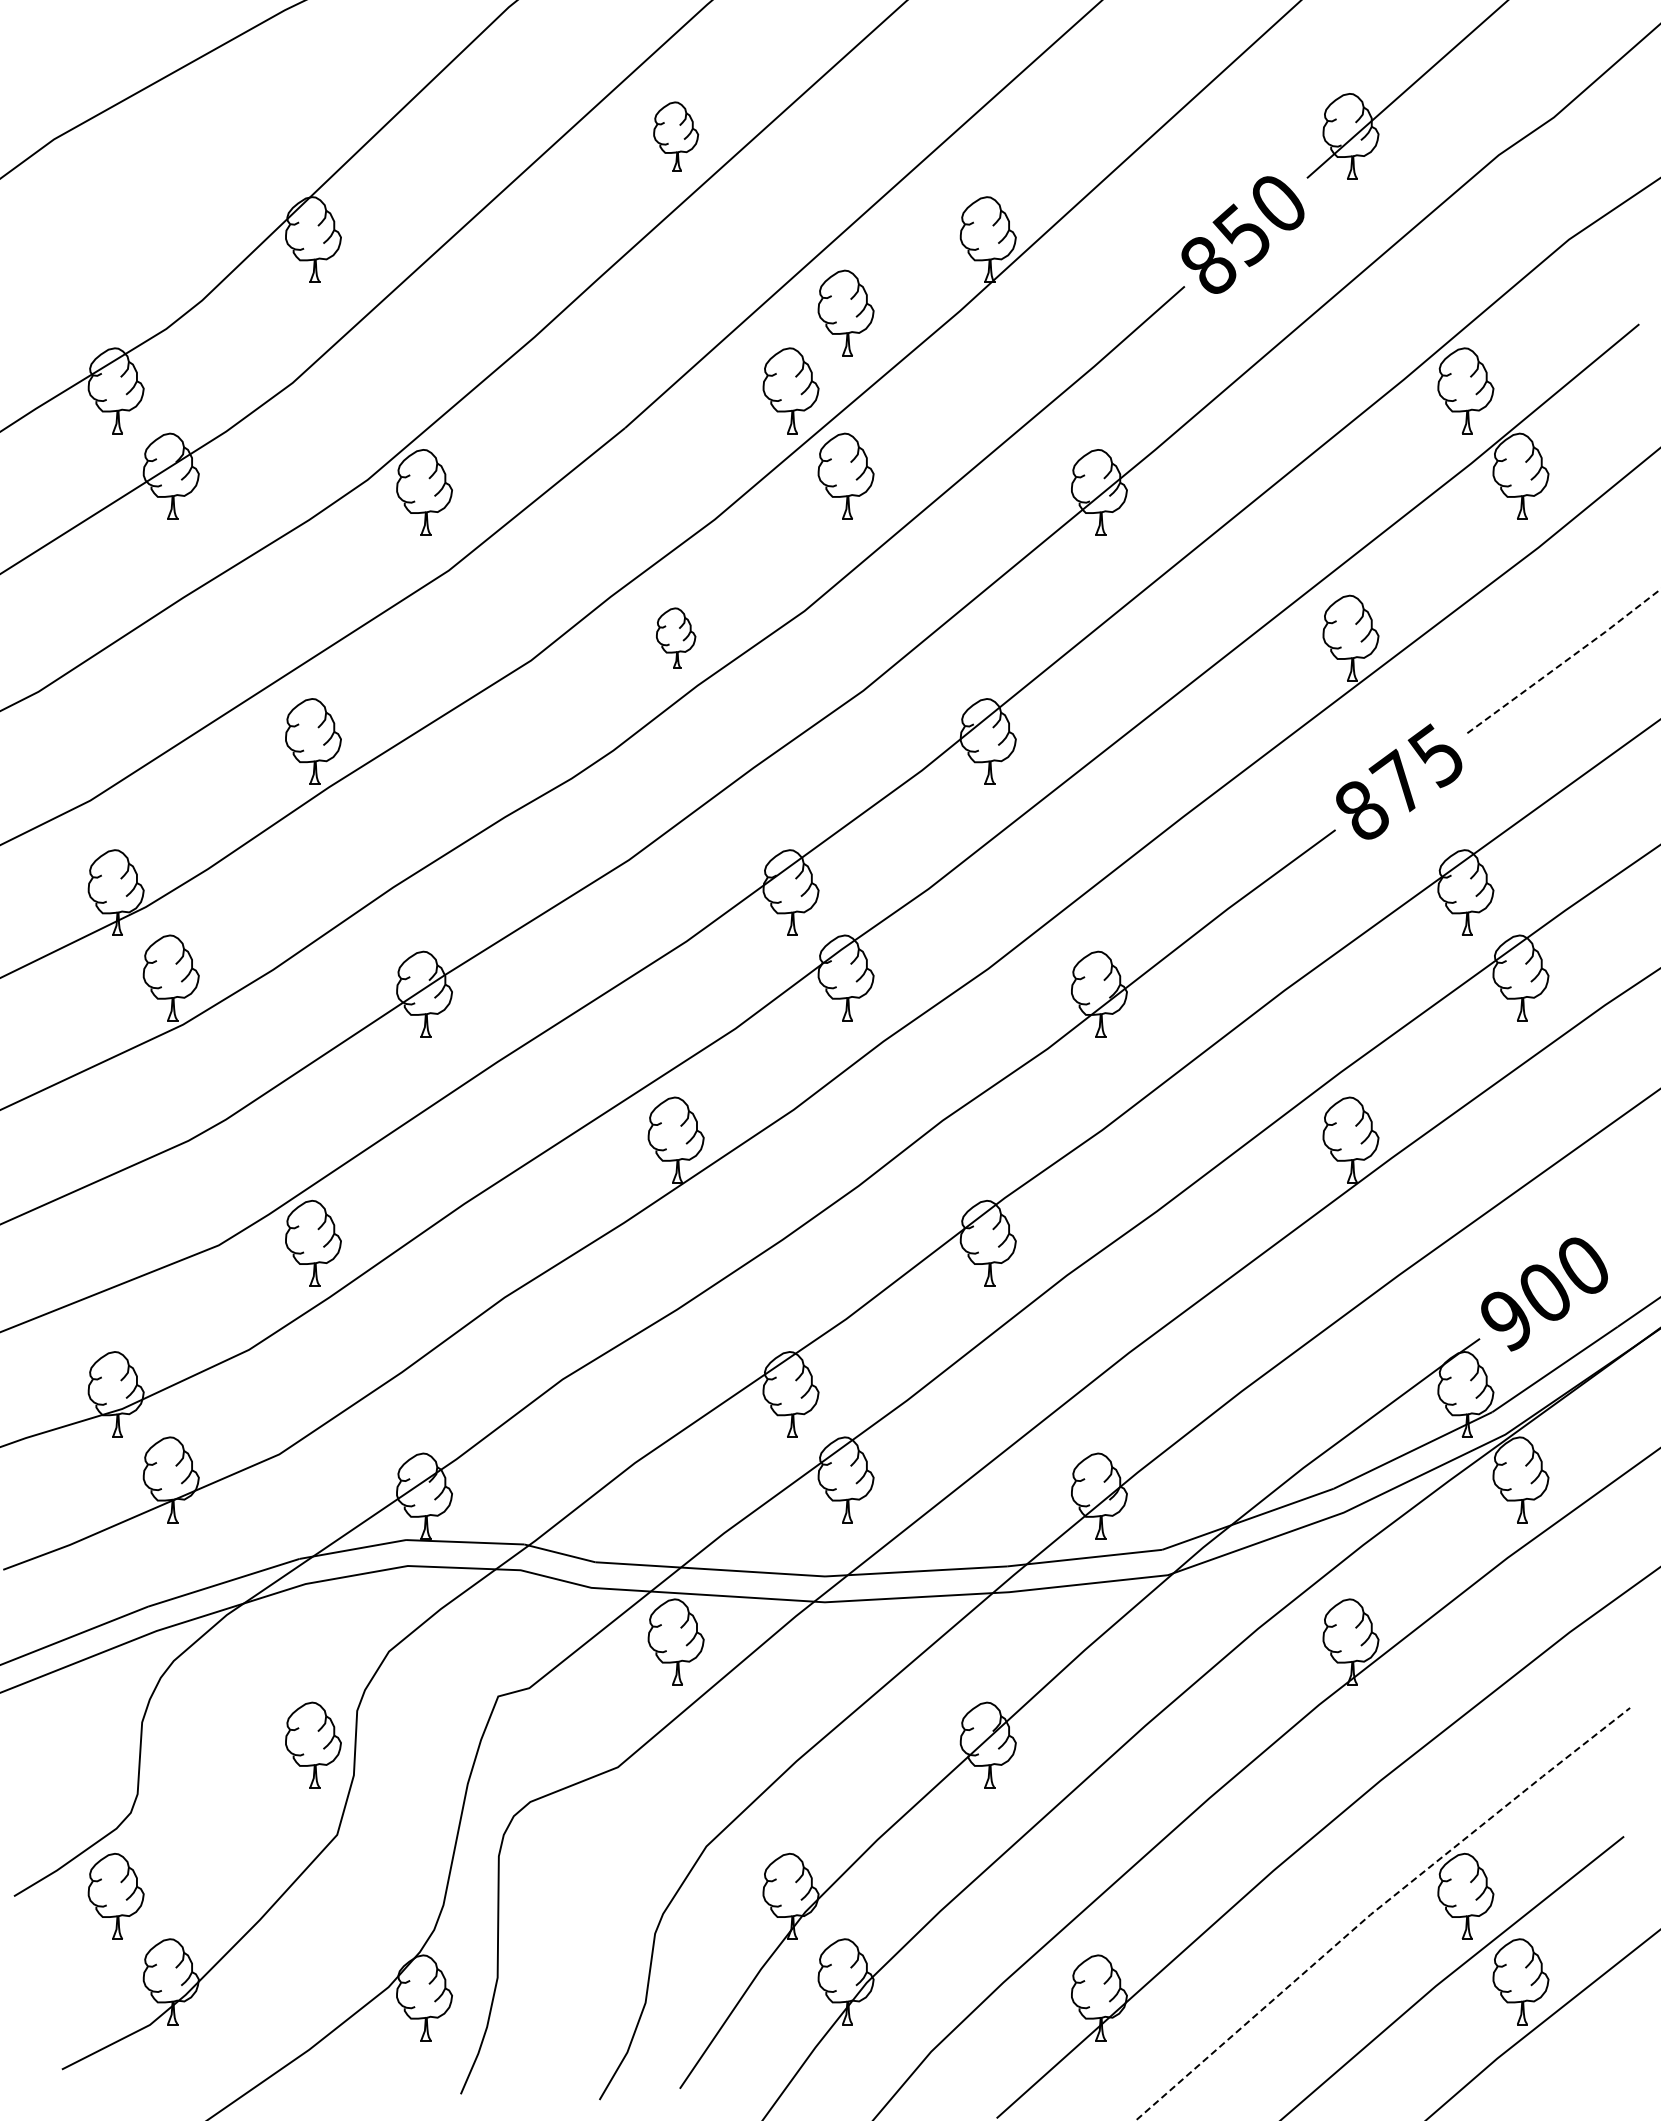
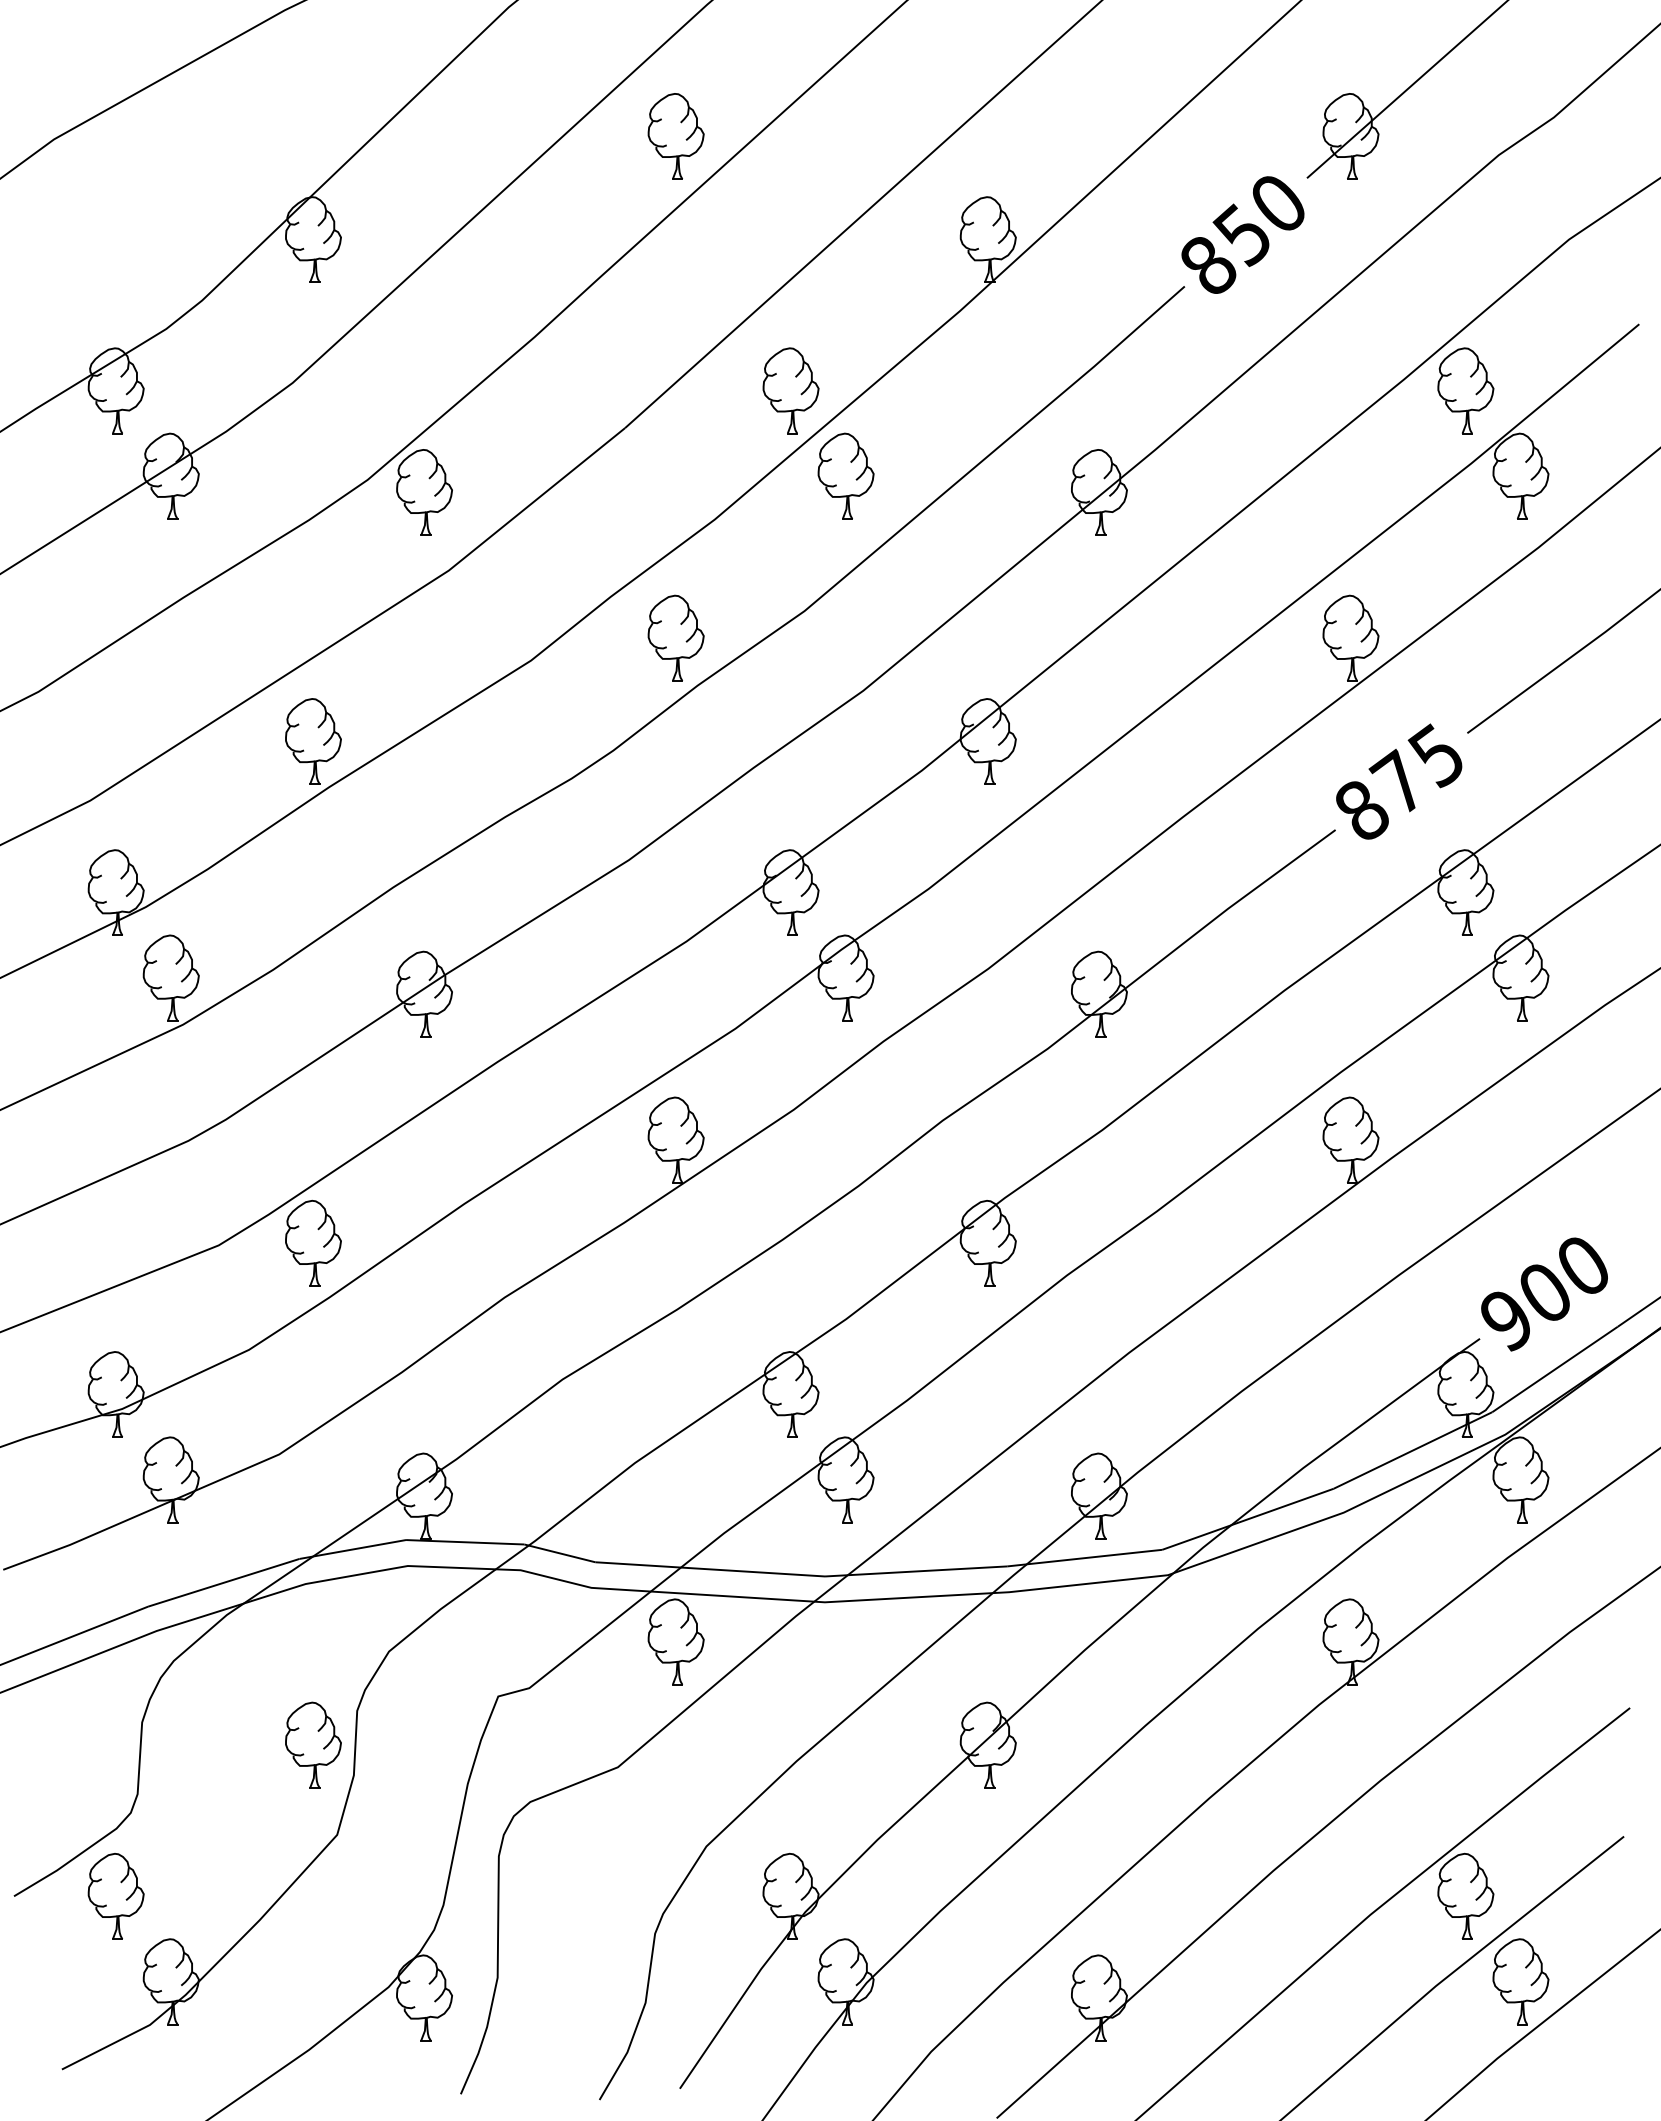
part at (676, 136) size: 47x71 px -> 58x87 px
part at (845, 312): present -> none
part at (676, 637) size: 41x62 px -> 58x88 px
line at (1565, 661): dashed -> solid
line at (1379, 1907): dashed -> solid
